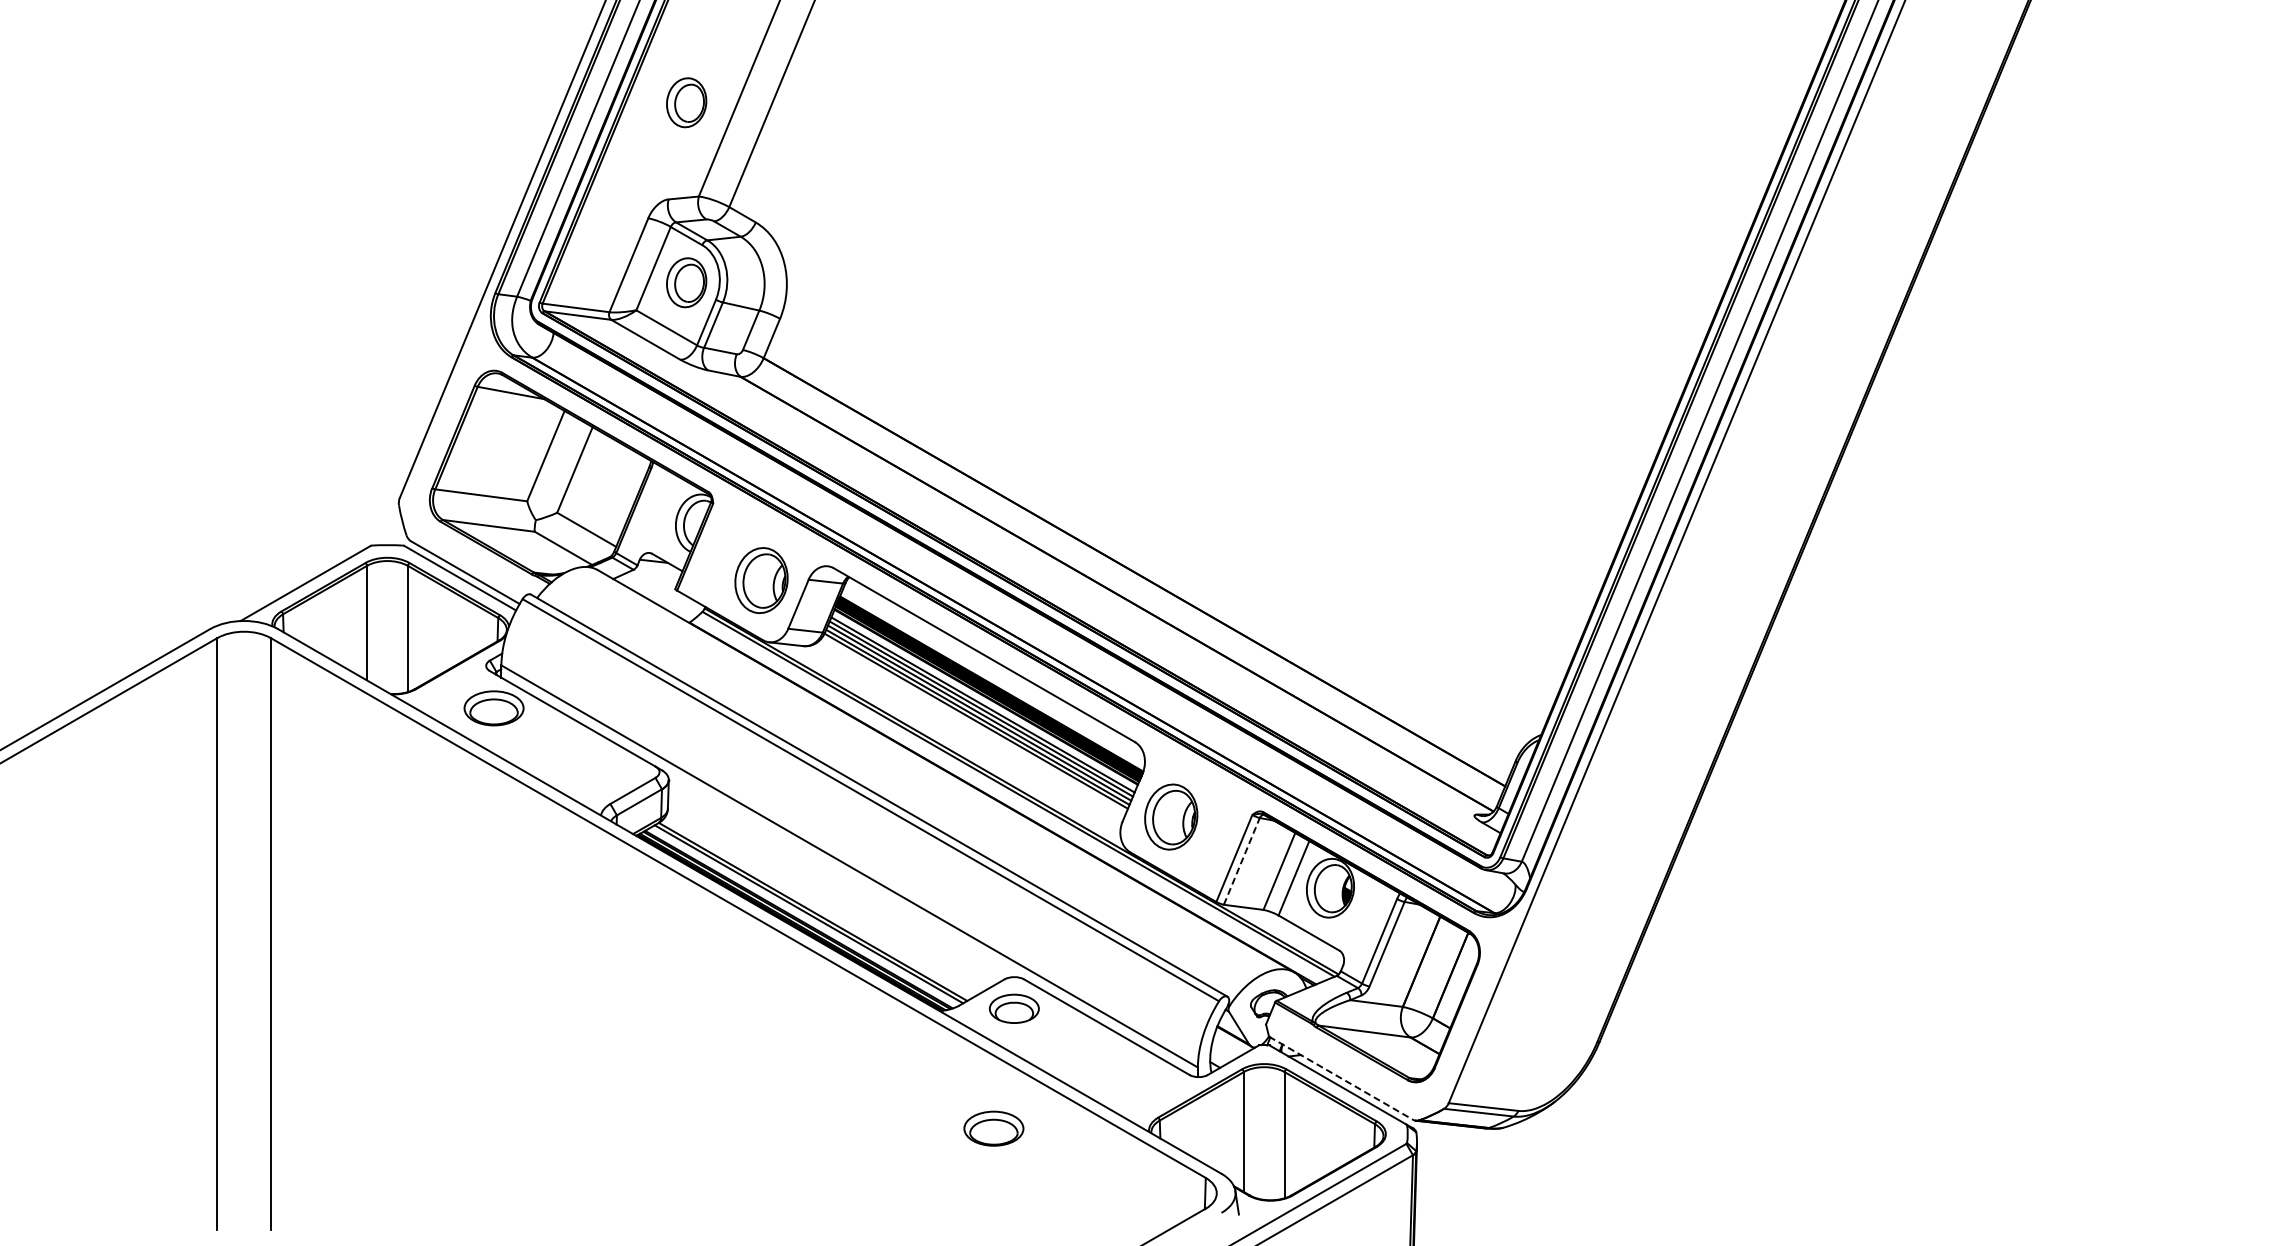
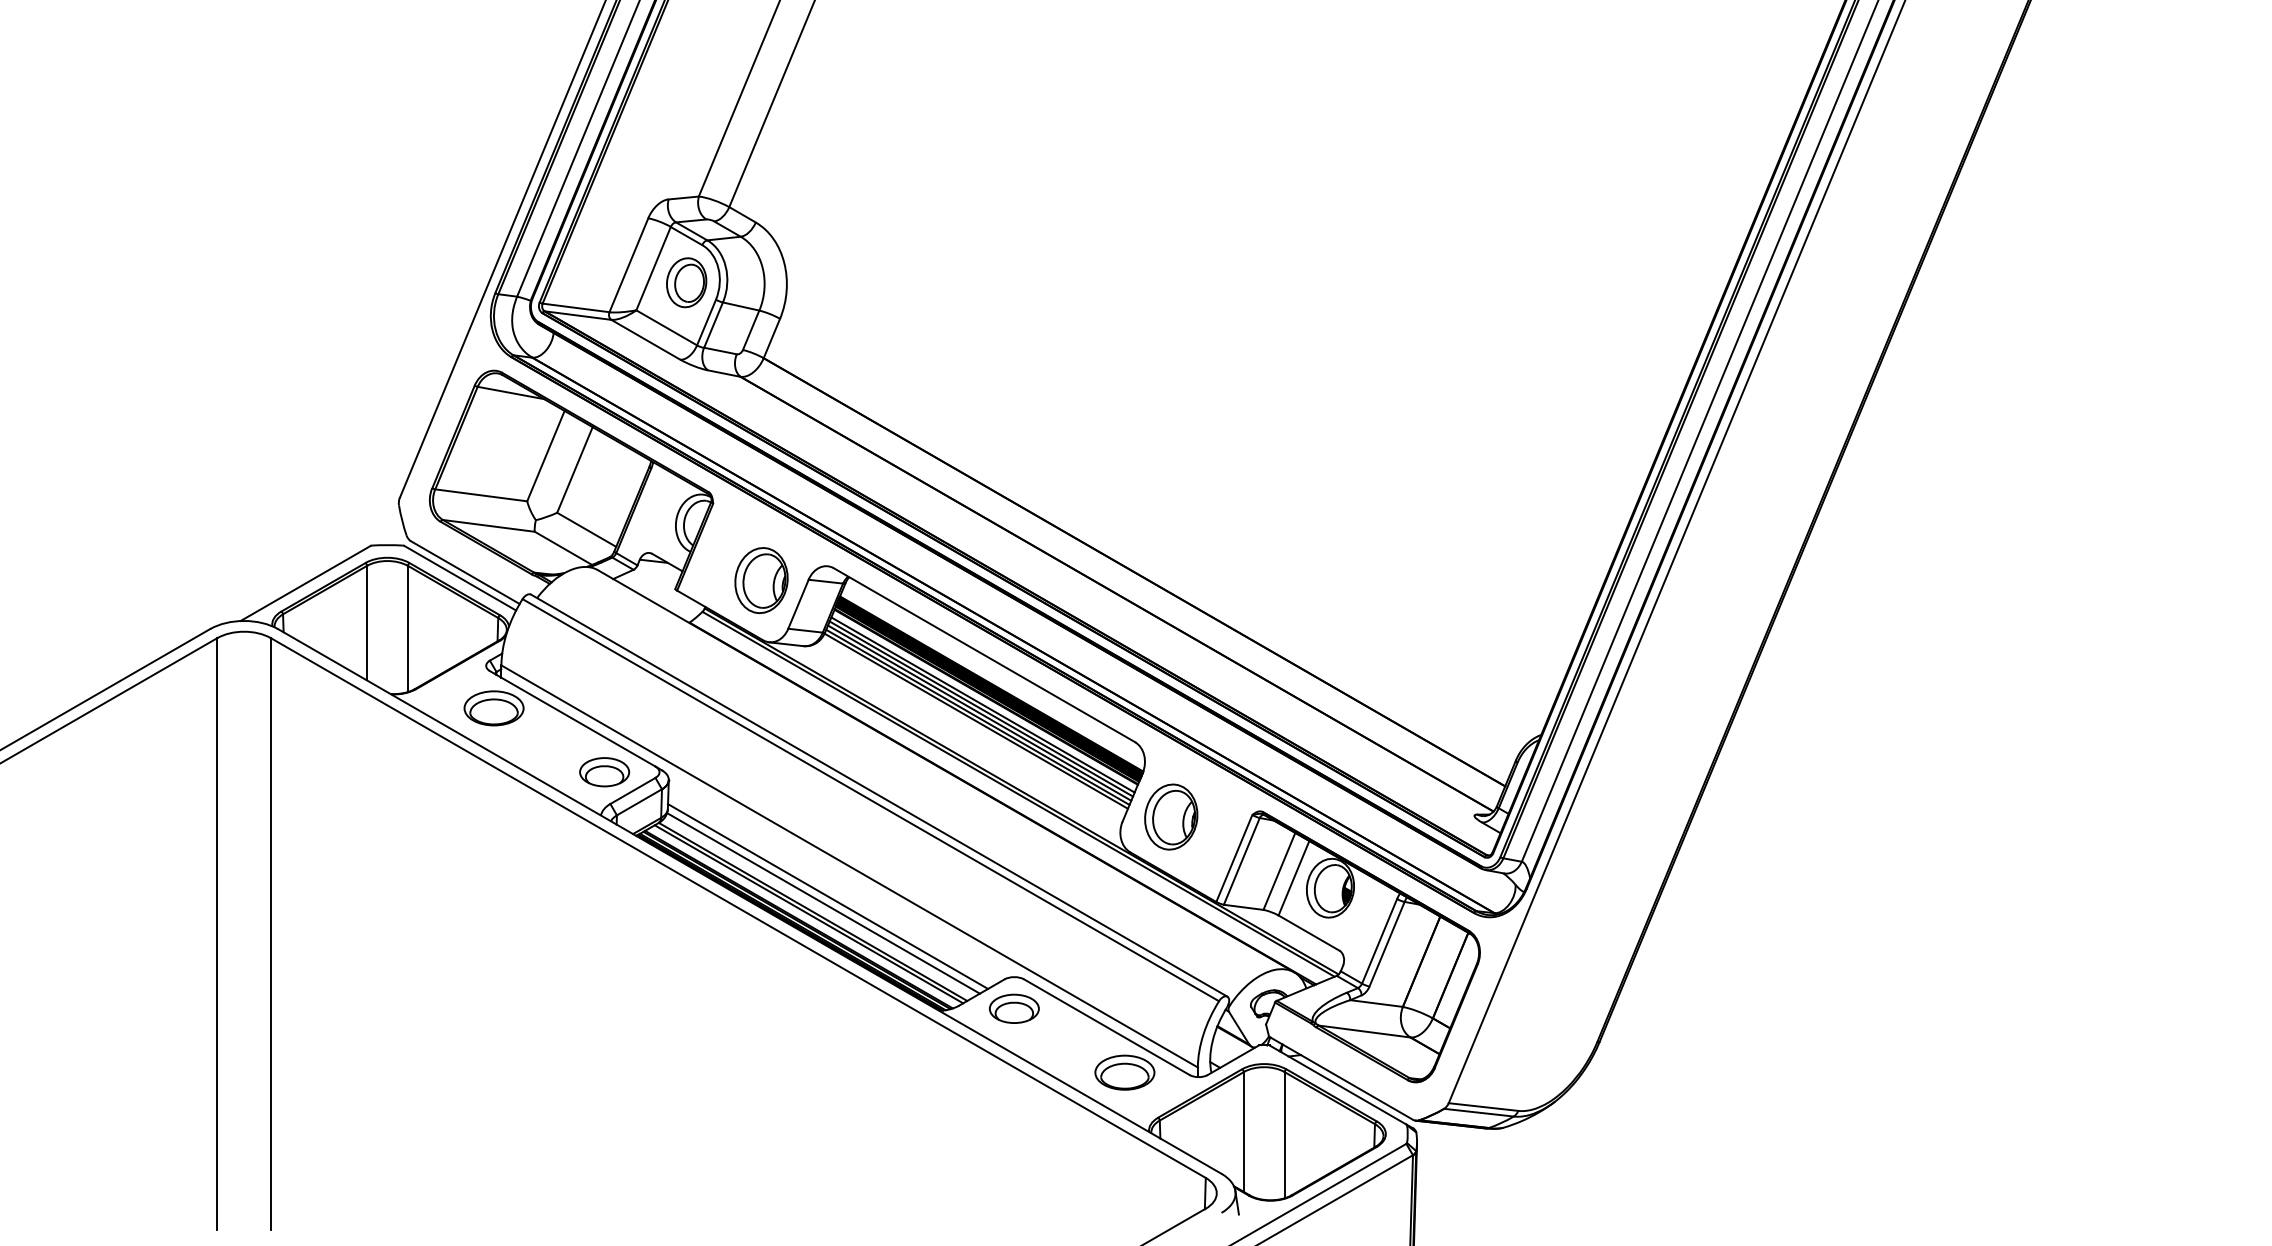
part at (686, 102): present -> none
part at (604, 772): none -> present
line at (1241, 861): dashed -> solid
line at (828, 896): none -> present
line at (823, 903): none -> present
line at (1341, 1078): dashed -> solid
part at (993, 1128) position: (993, 1128) -> (1124, 1072)
